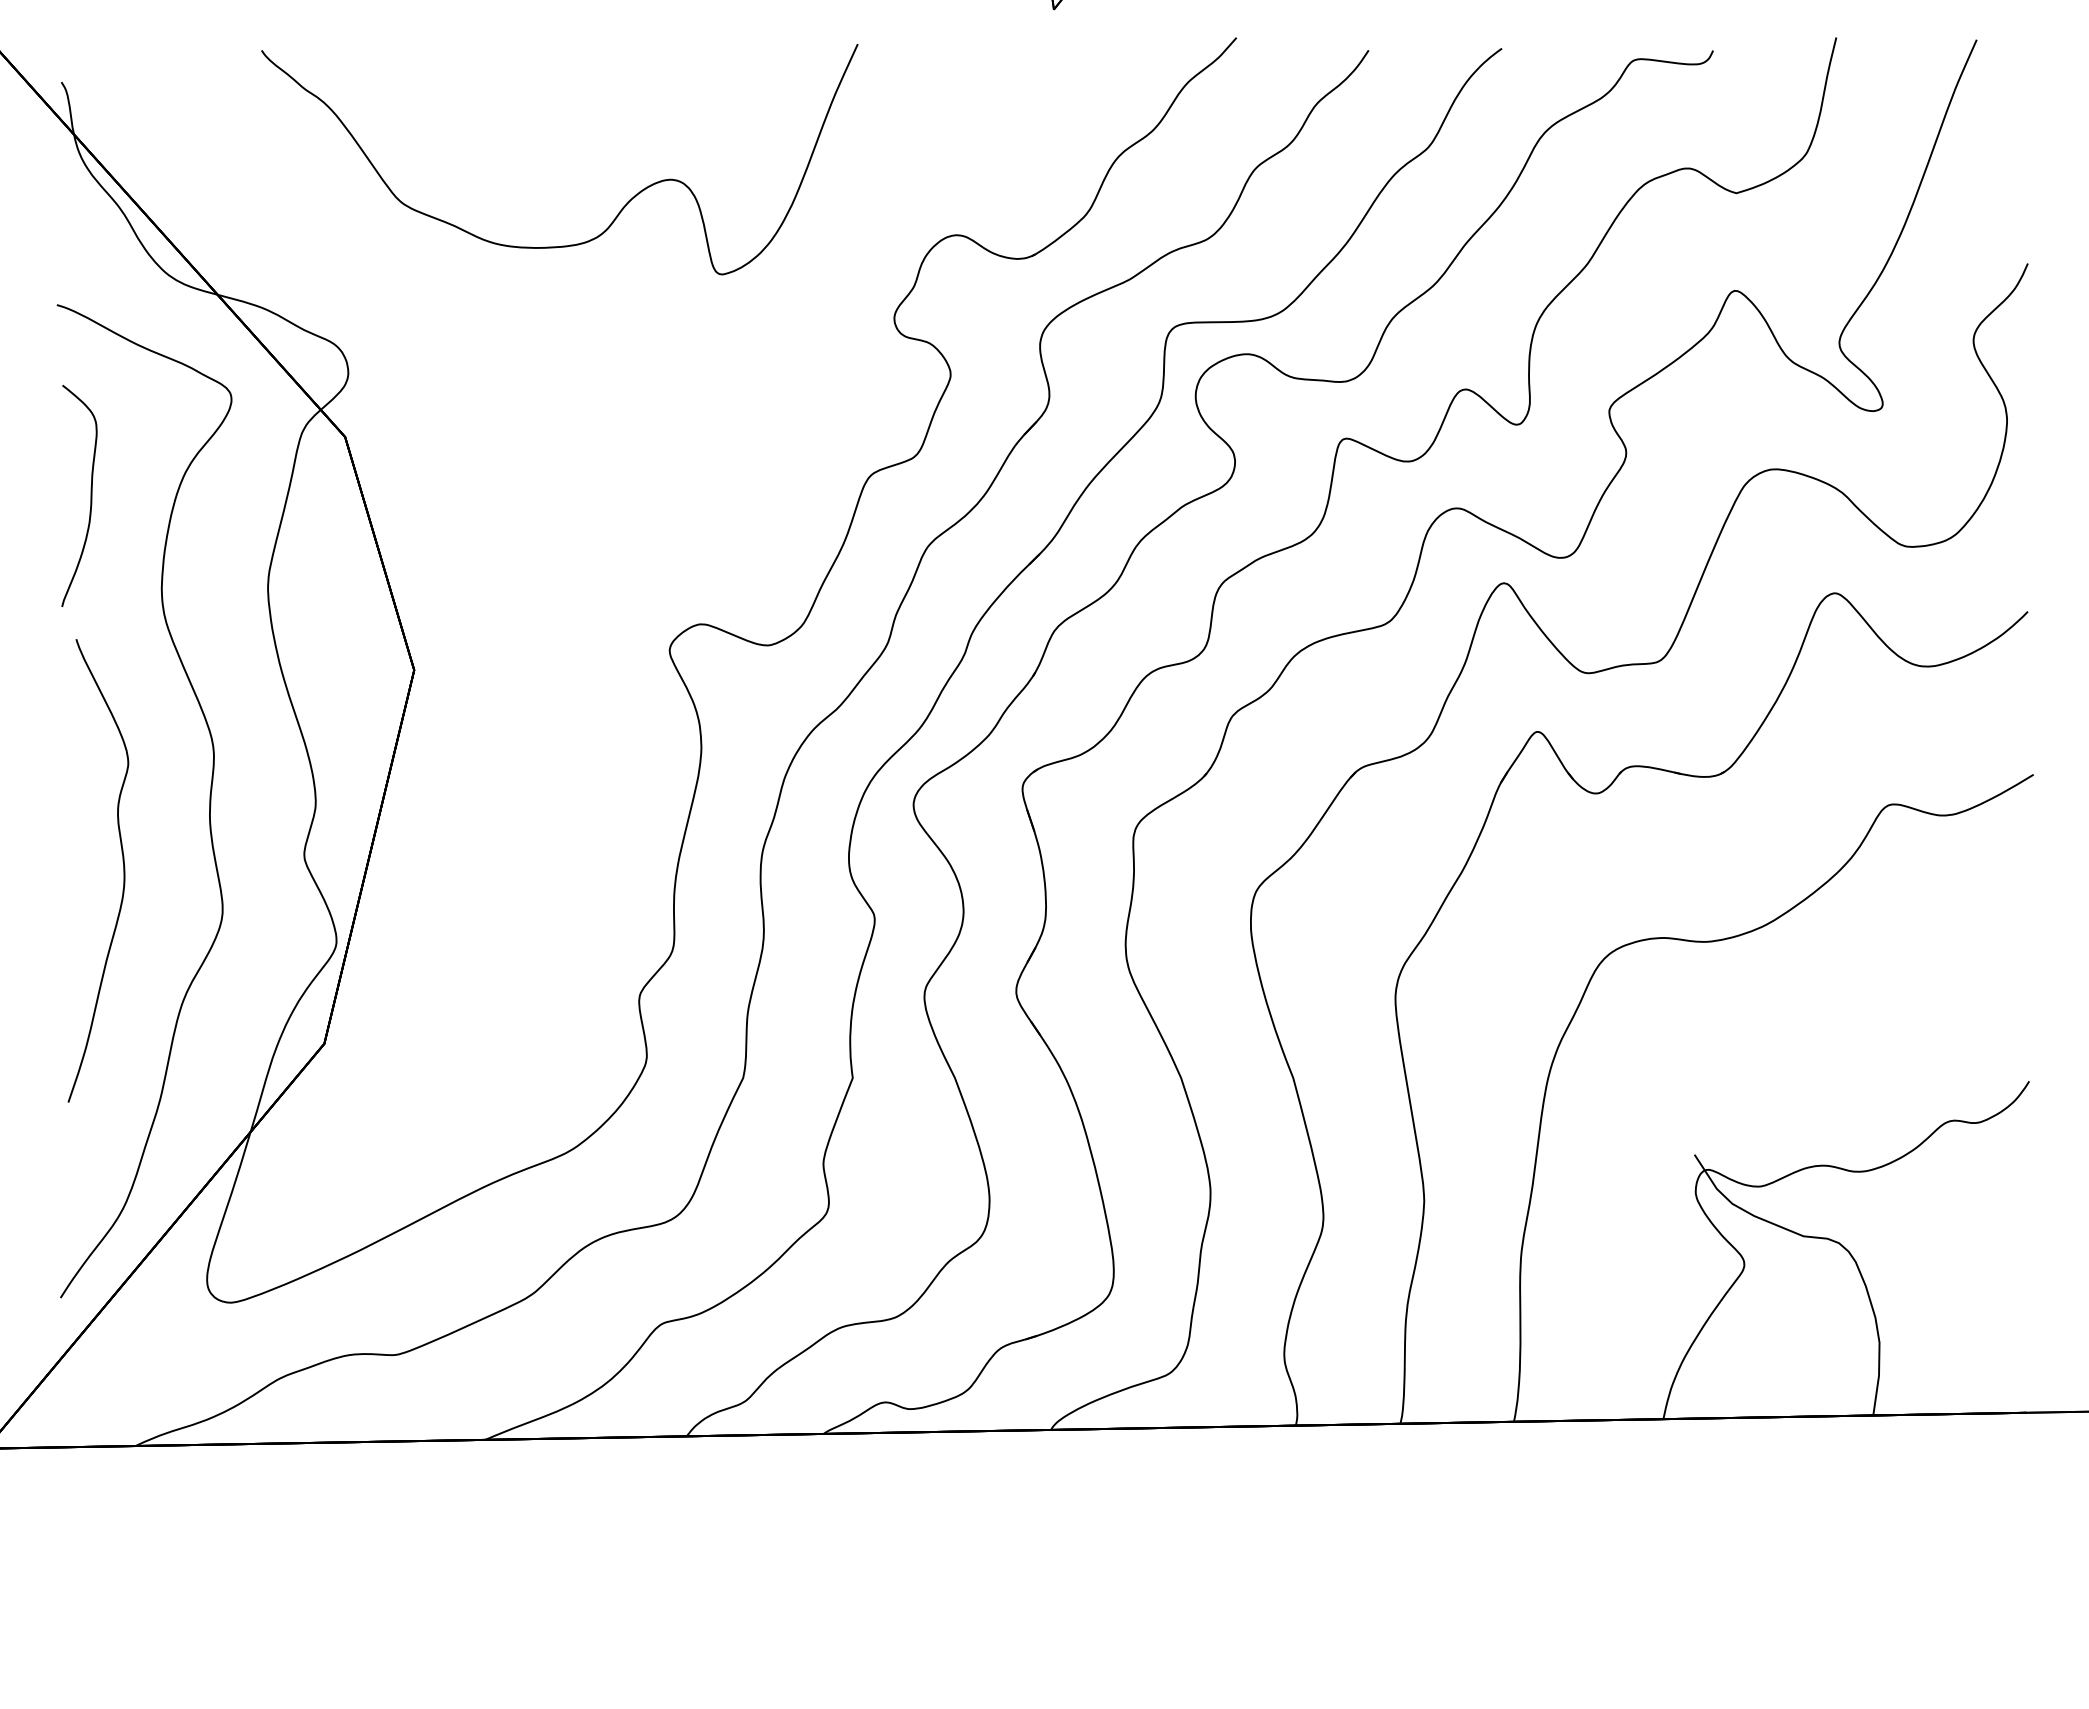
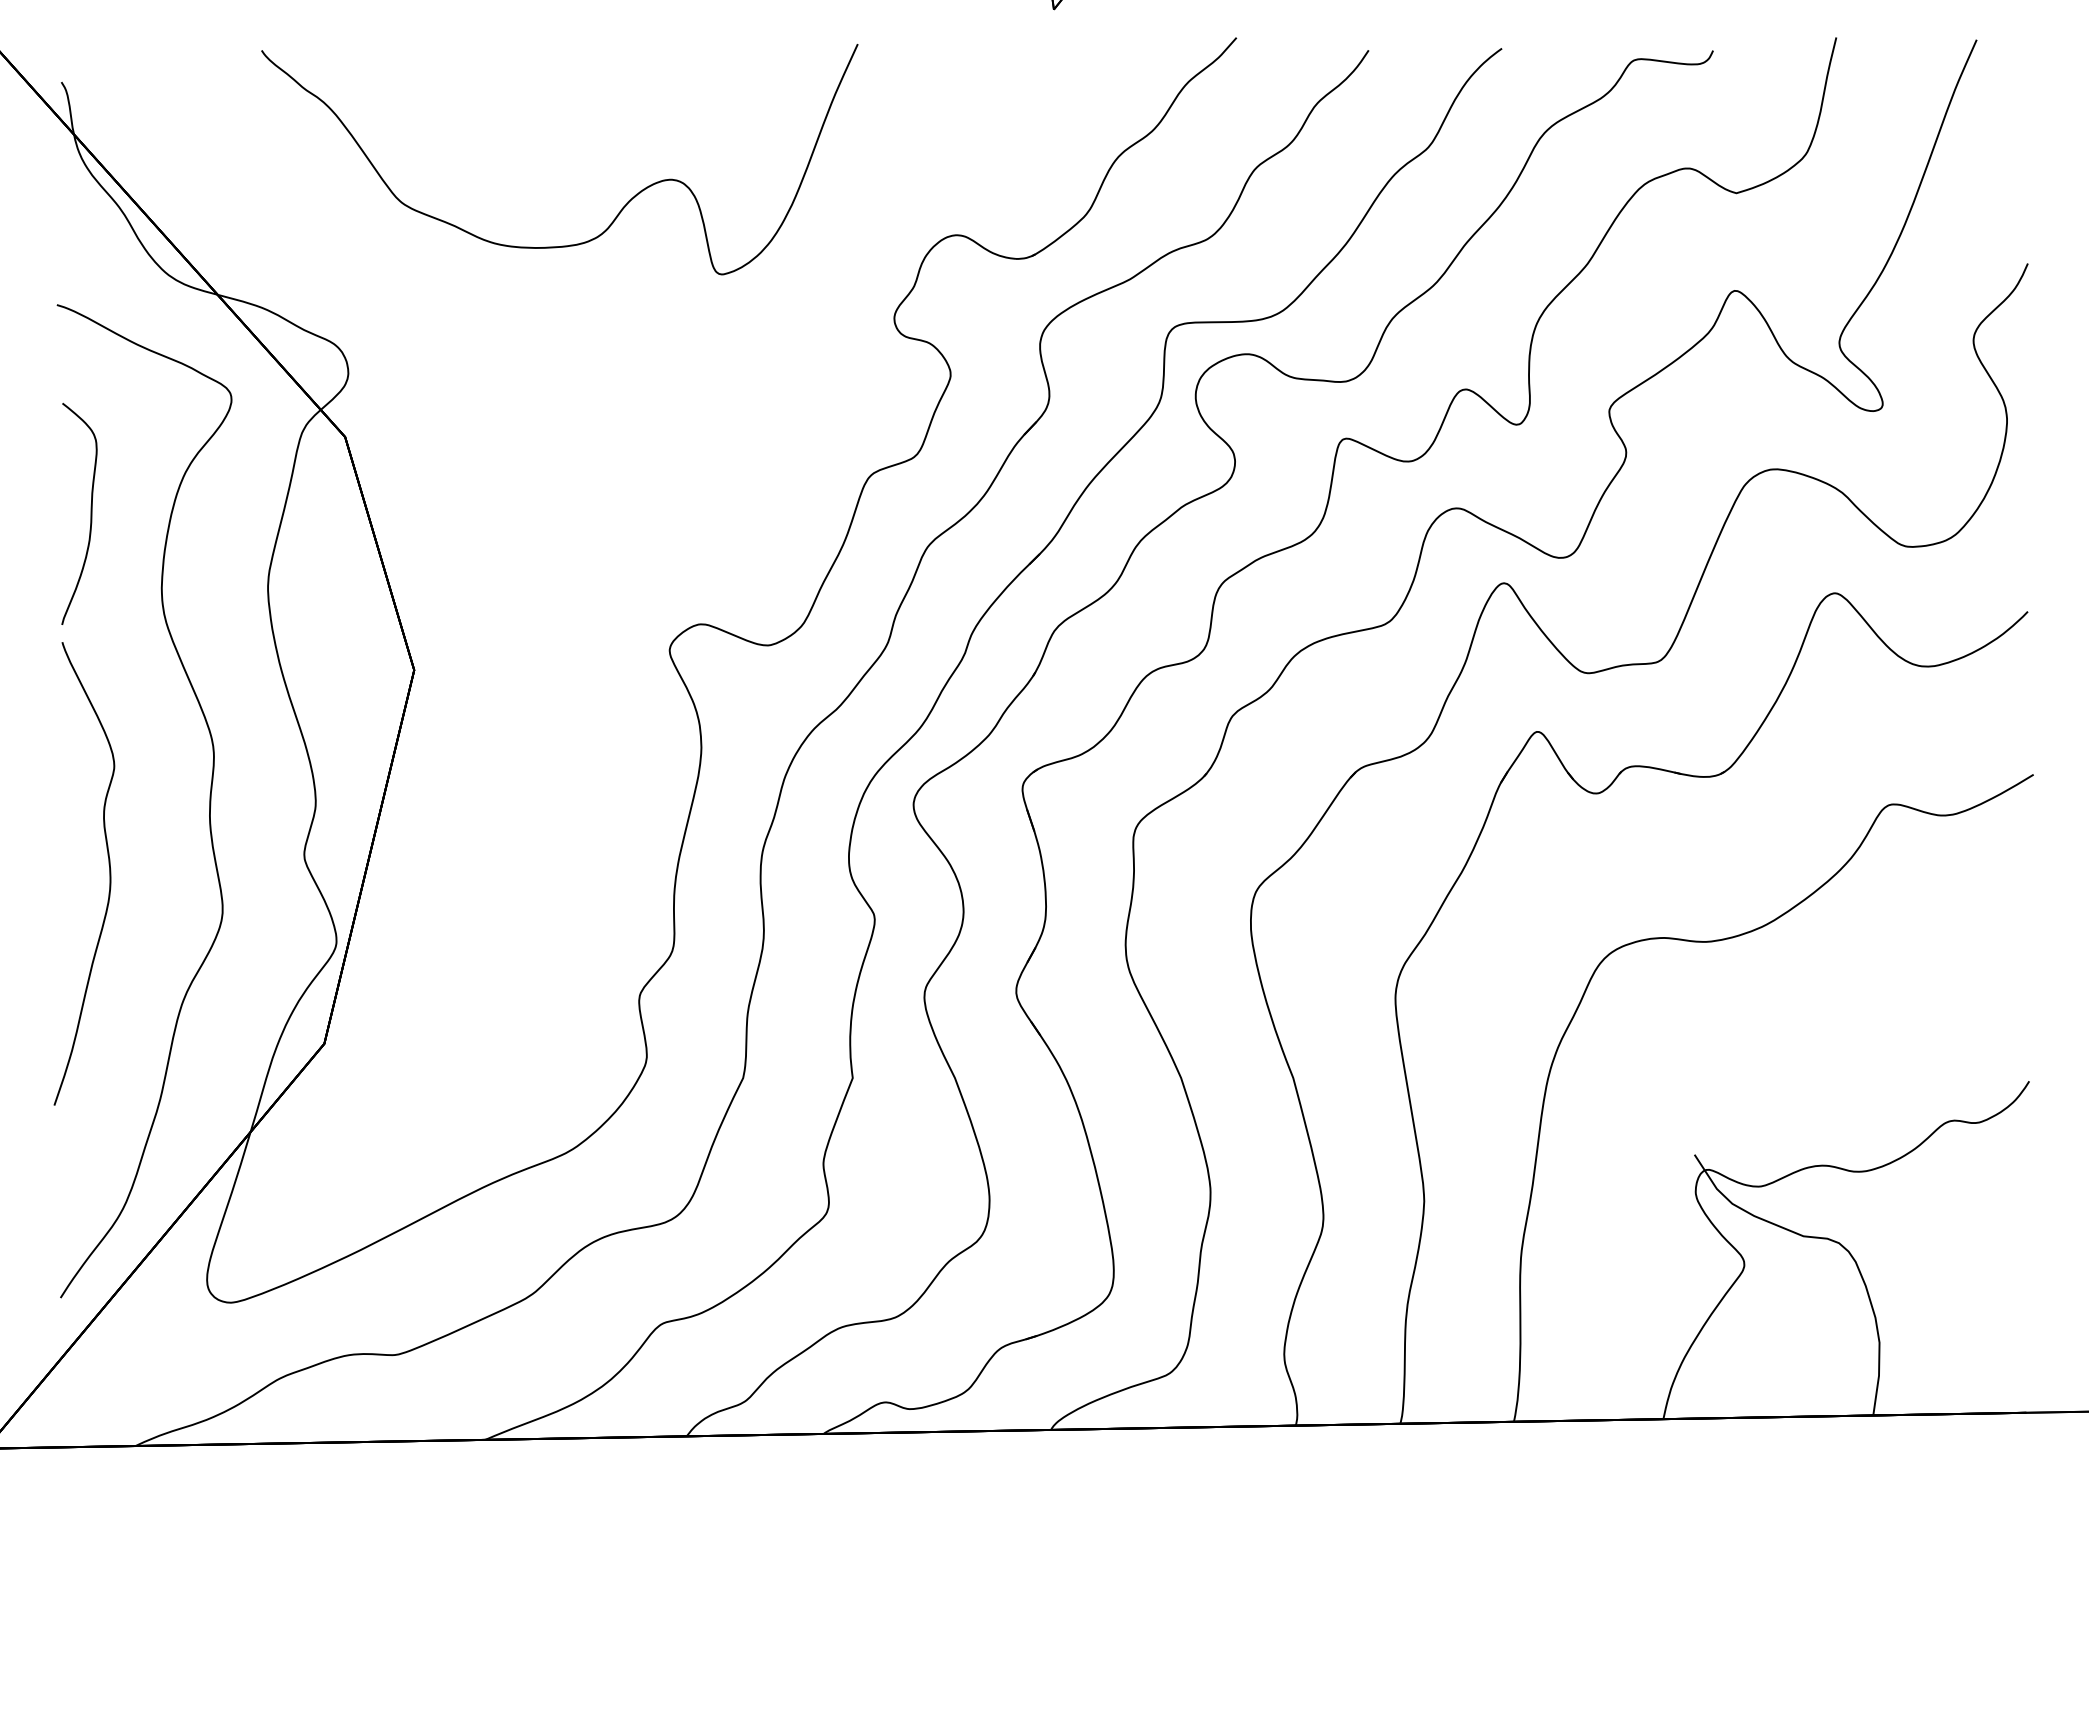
curve at (90, 495) position: (90, 495) -> (90, 513)
curve at (123, 870) position: (123, 870) -> (109, 873)
